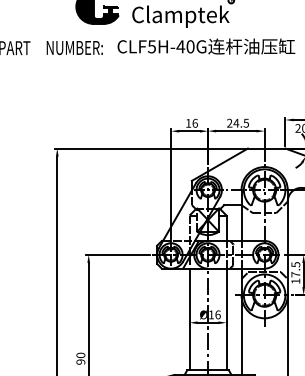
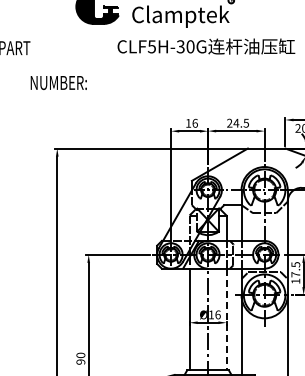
text at (180, 46): CLF5H-40G -> CLF5H-30G
text at (74, 47) position: (74, 47) -> (58, 82)
line at (226, 319): solid -> dashed
